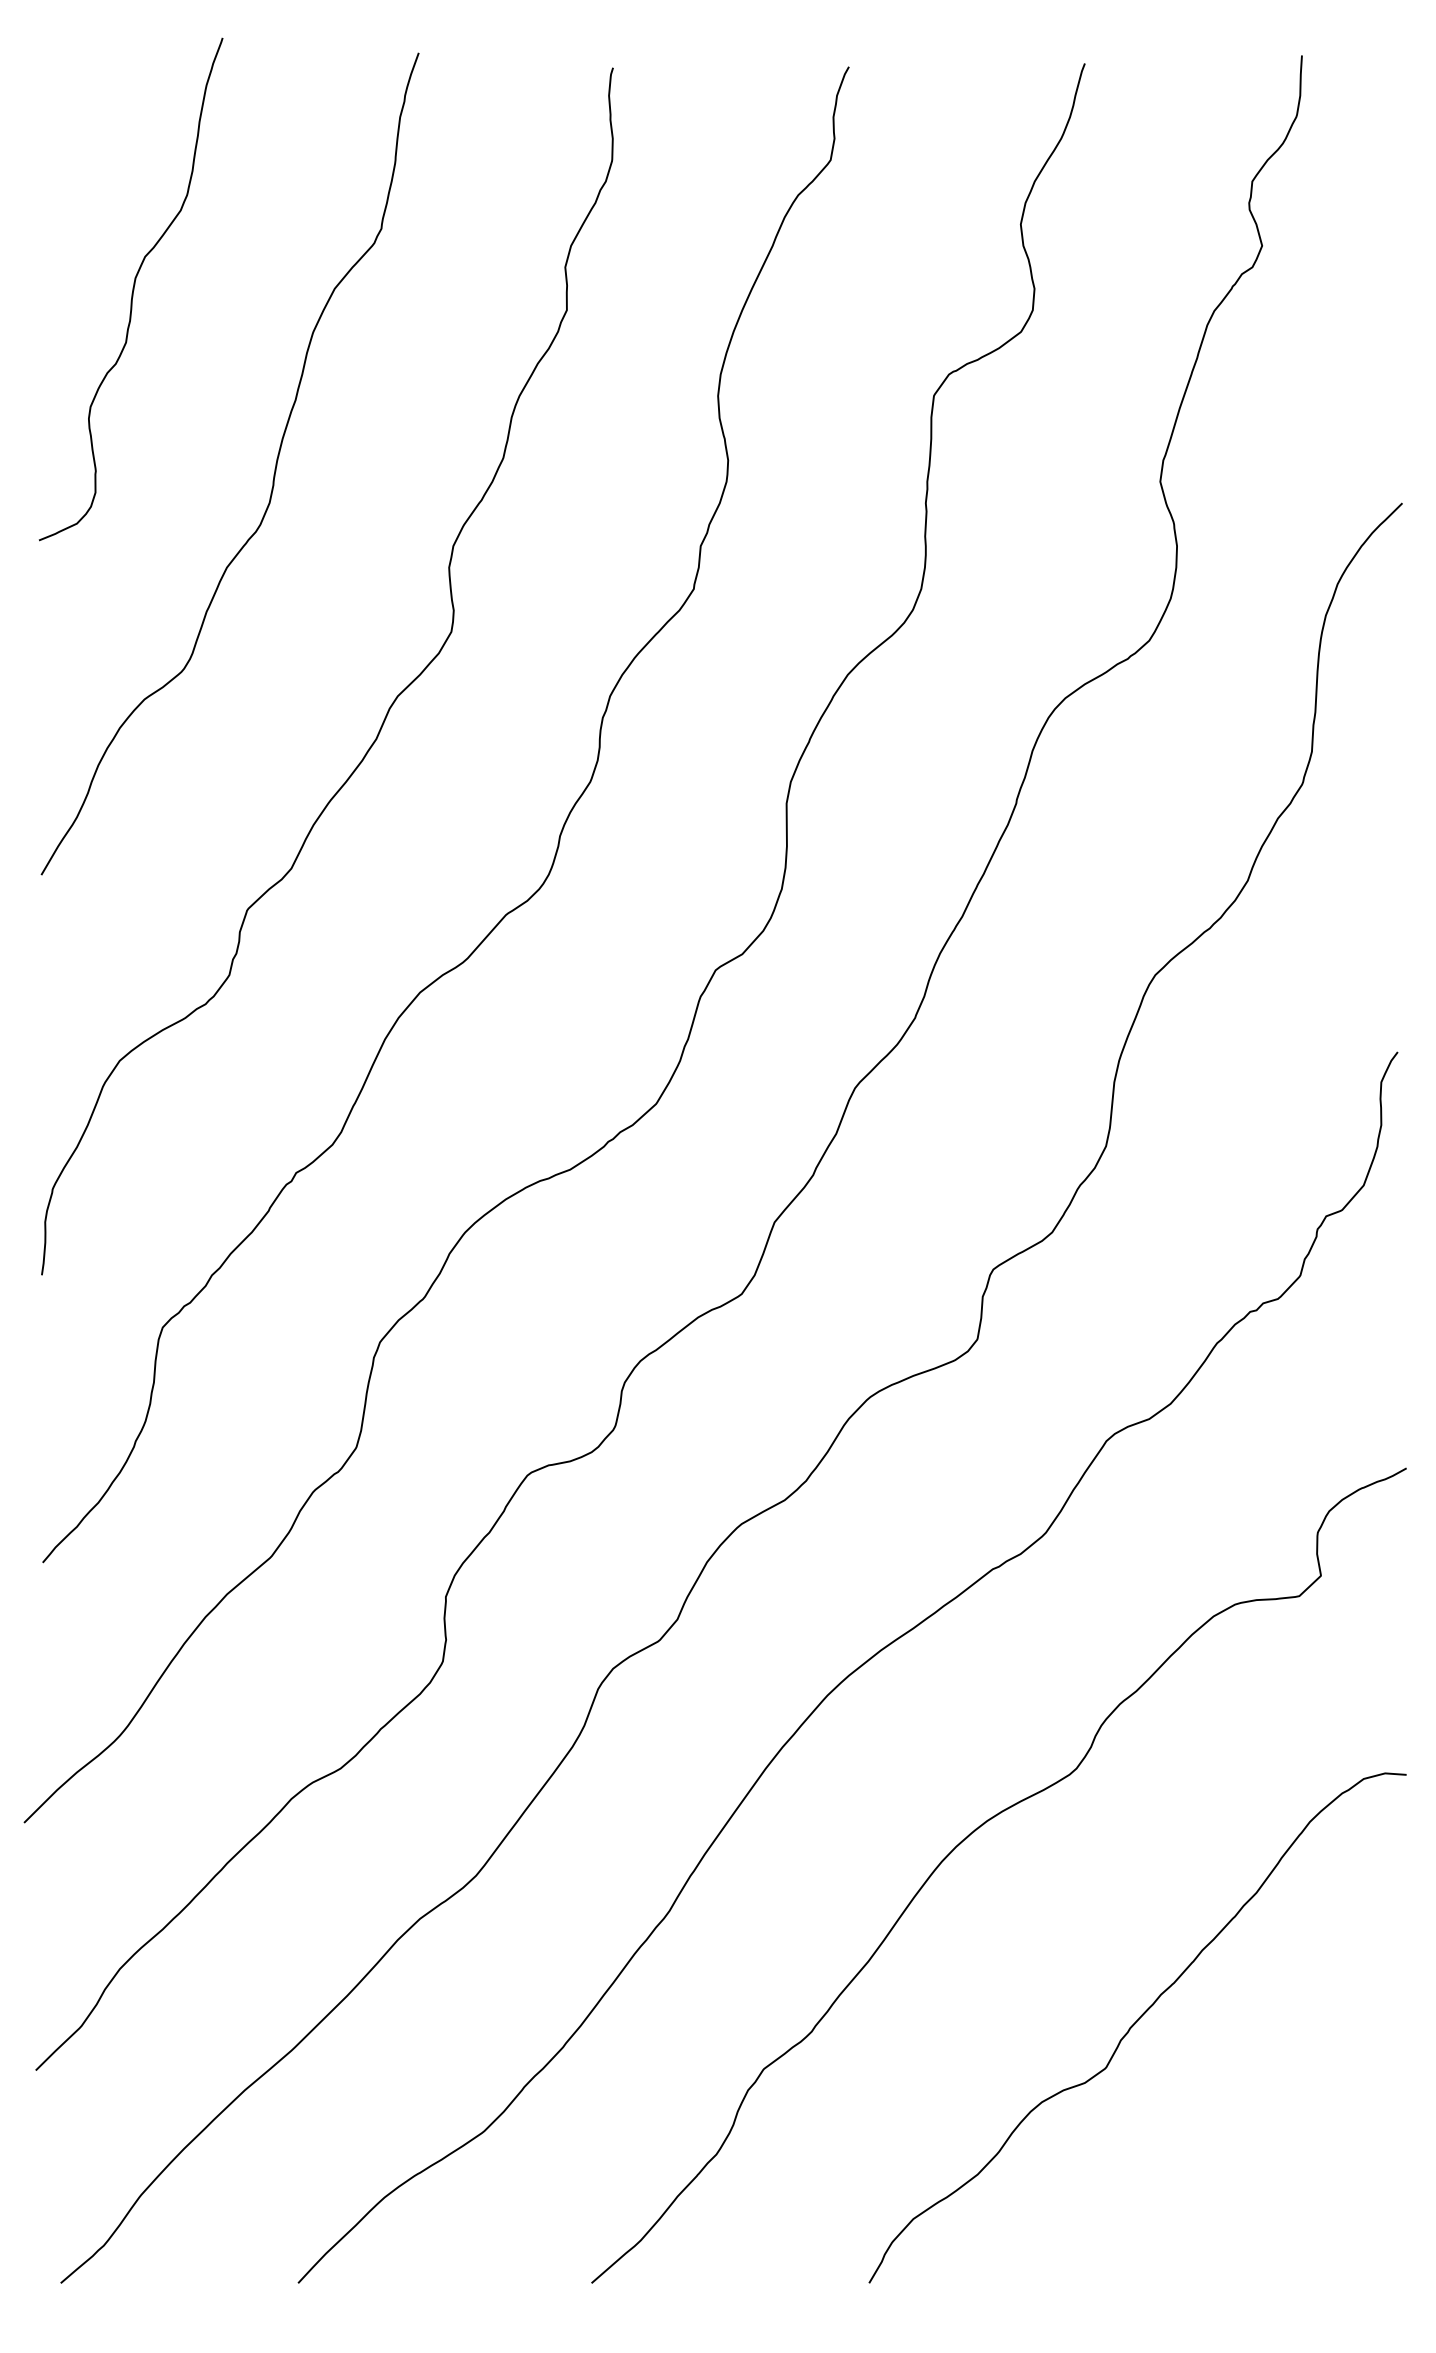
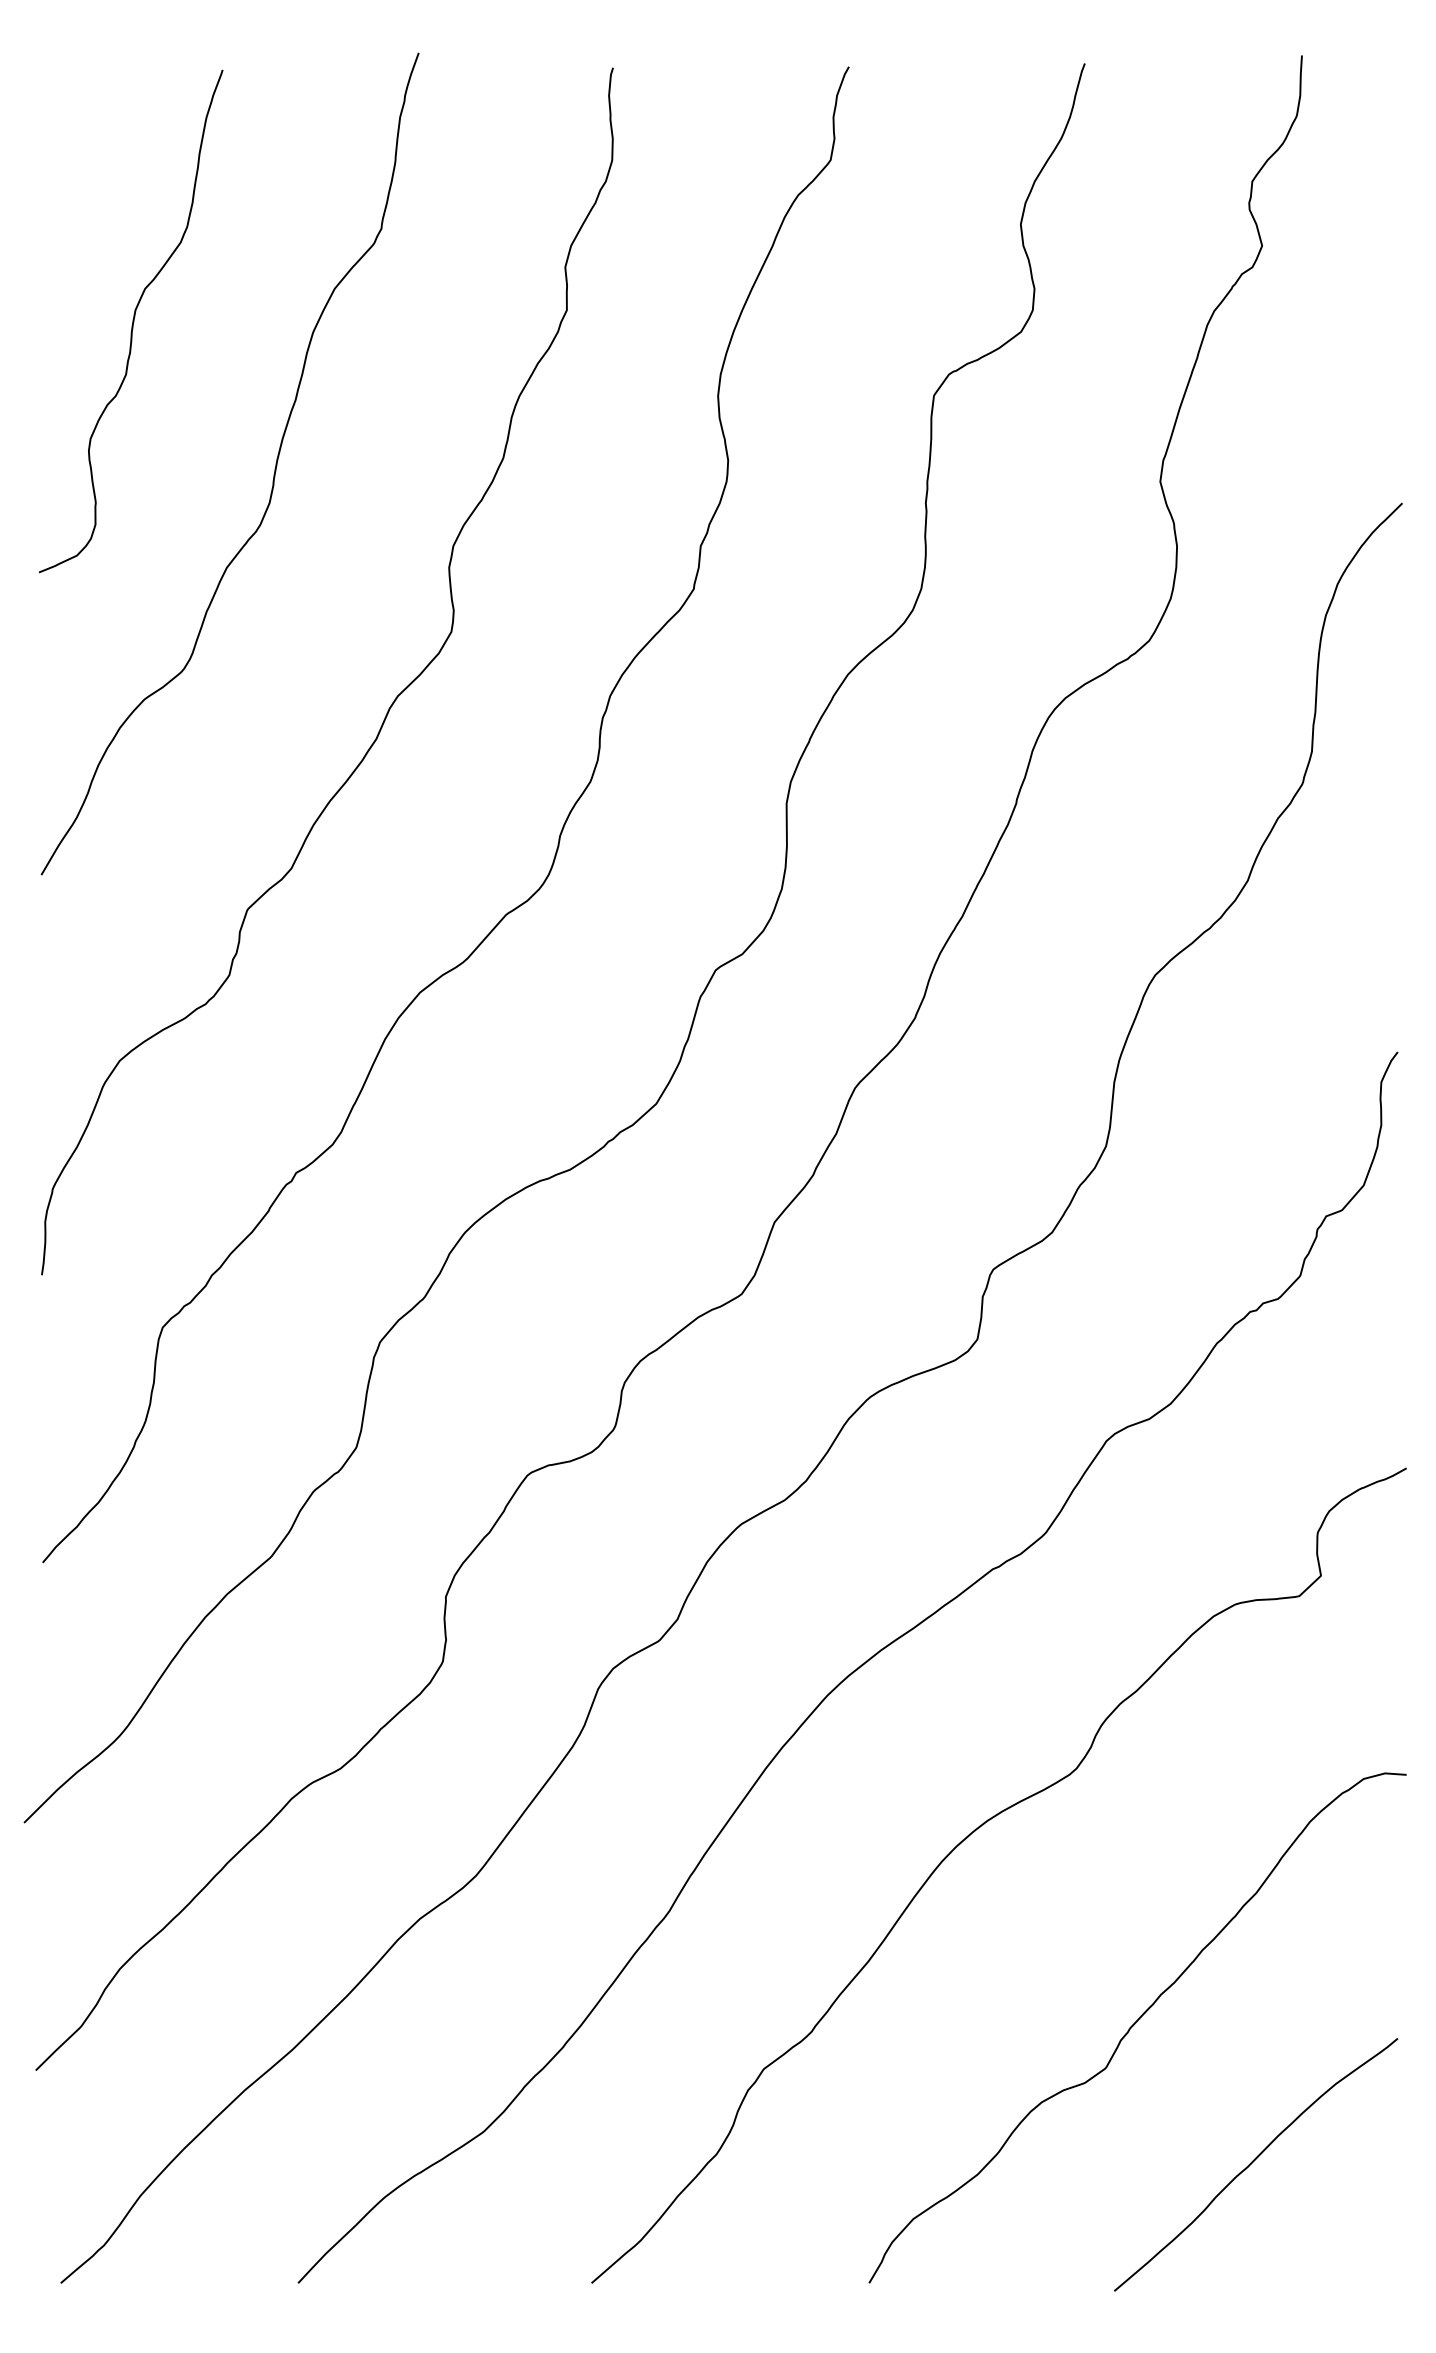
curve at (132, 289) position: (132, 289) -> (132, 321)
curve at (1254, 2161): none -> present
